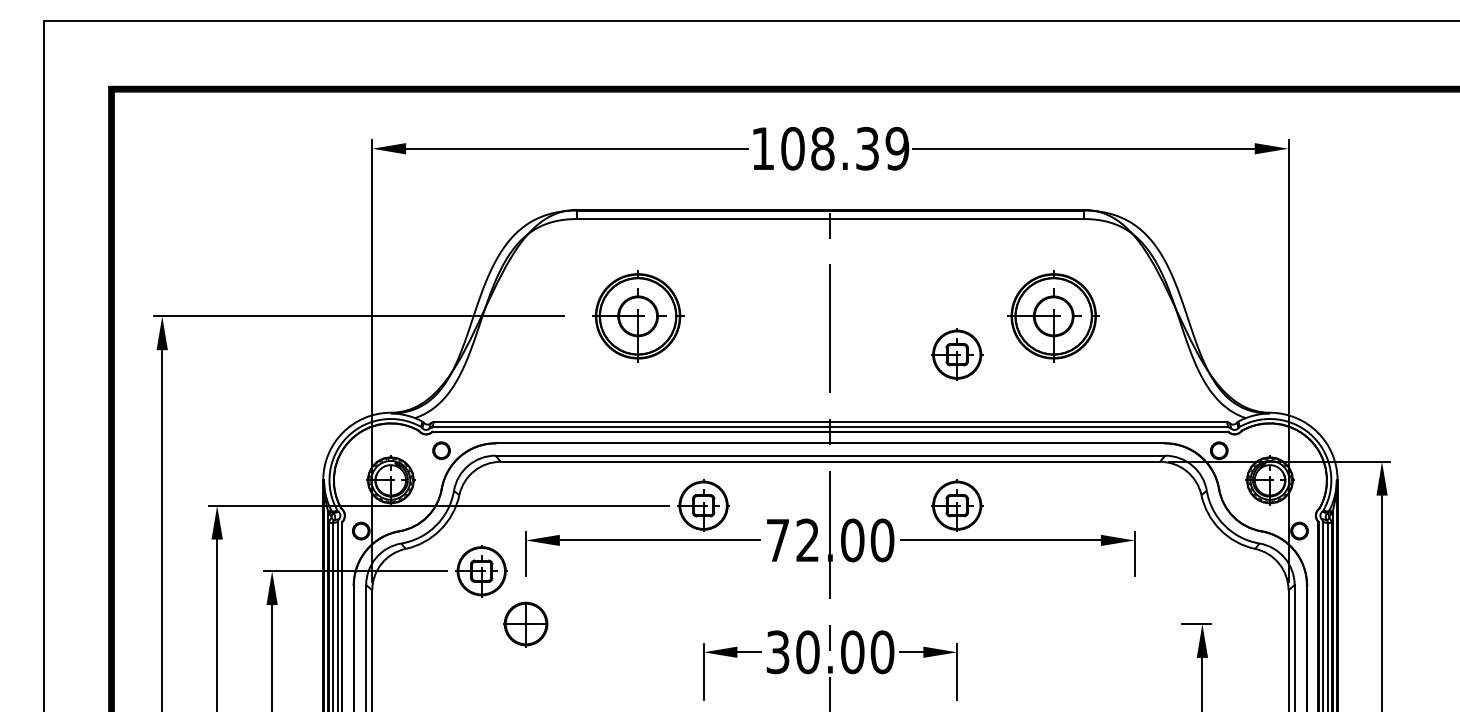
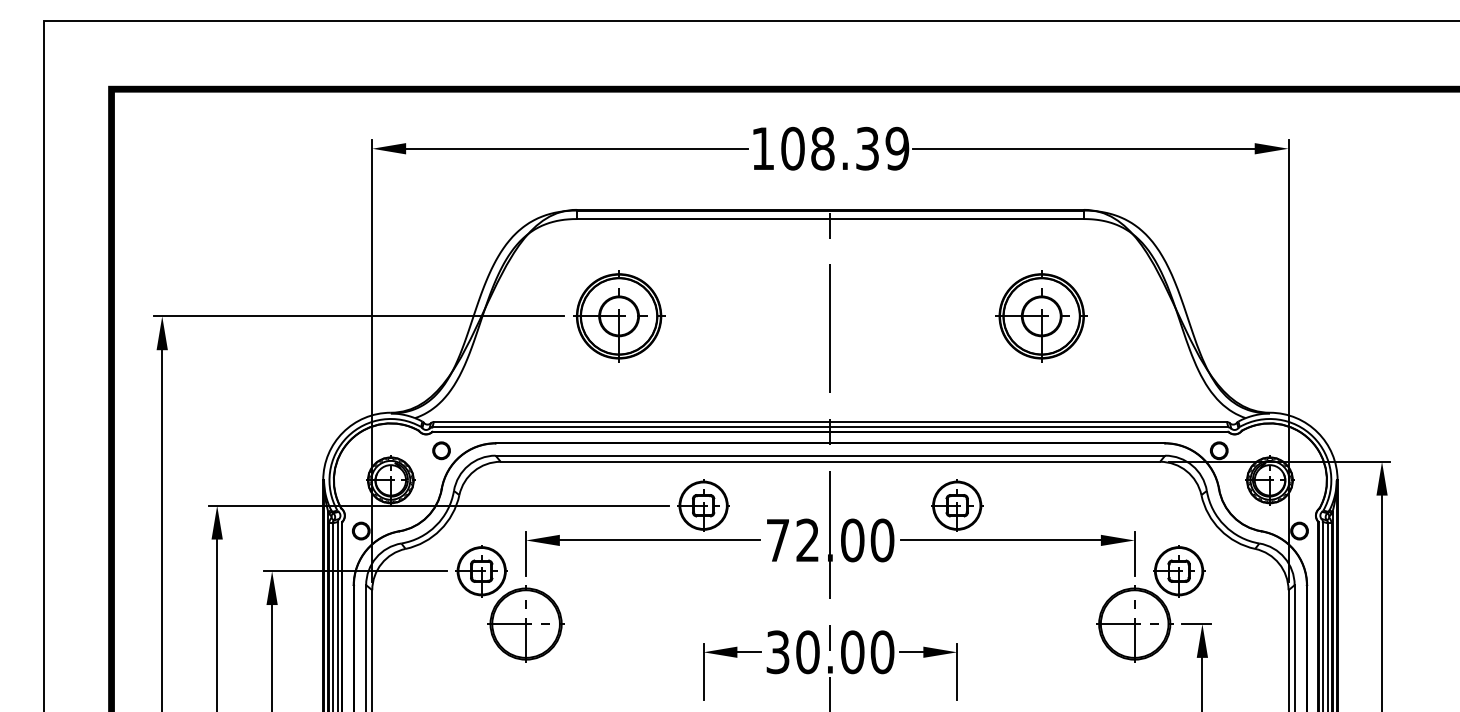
part at (638, 316) position: (638, 316) -> (619, 316)
part at (1053, 316) position: (1053, 316) -> (1041, 316)
part at (957, 354): present -> none
part at (1150, 603): none -> present
part at (525, 624) size: 46x47 px -> 78x78 px
